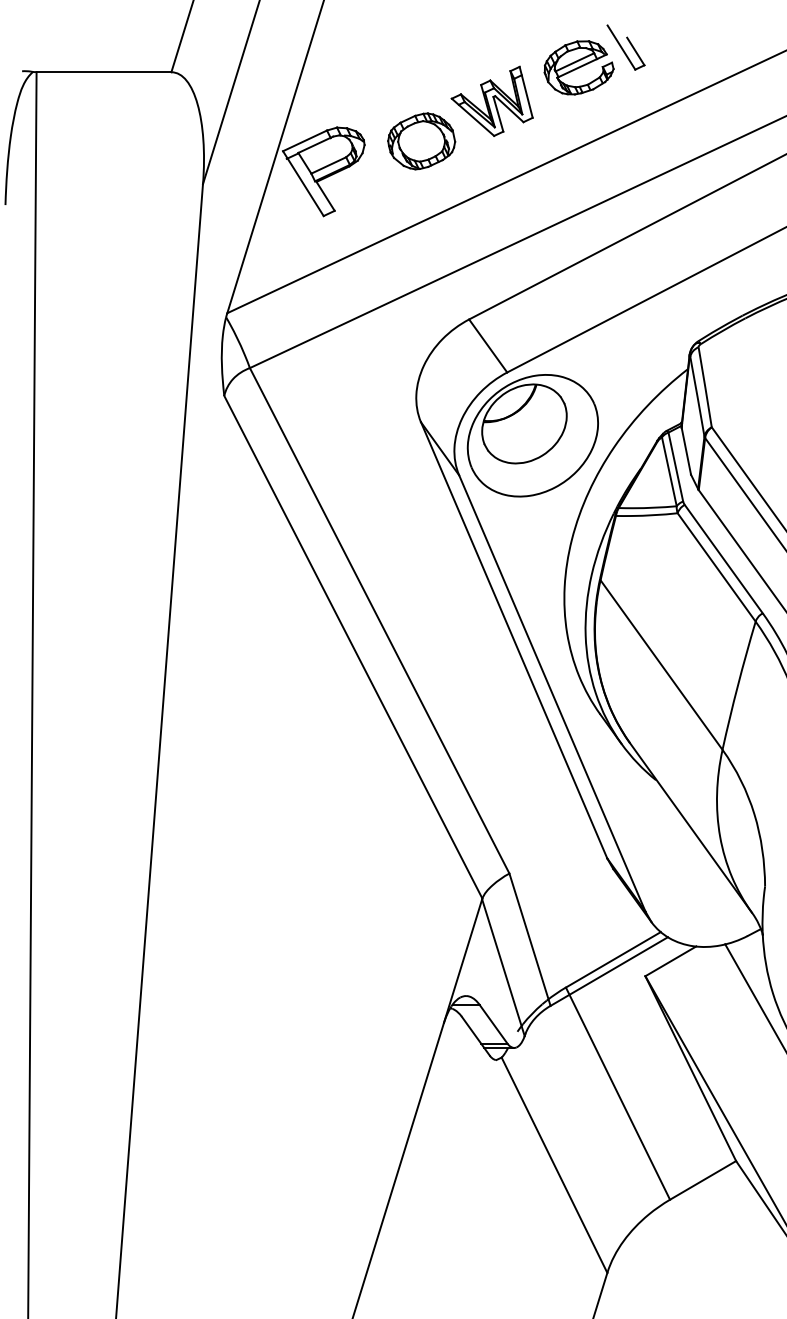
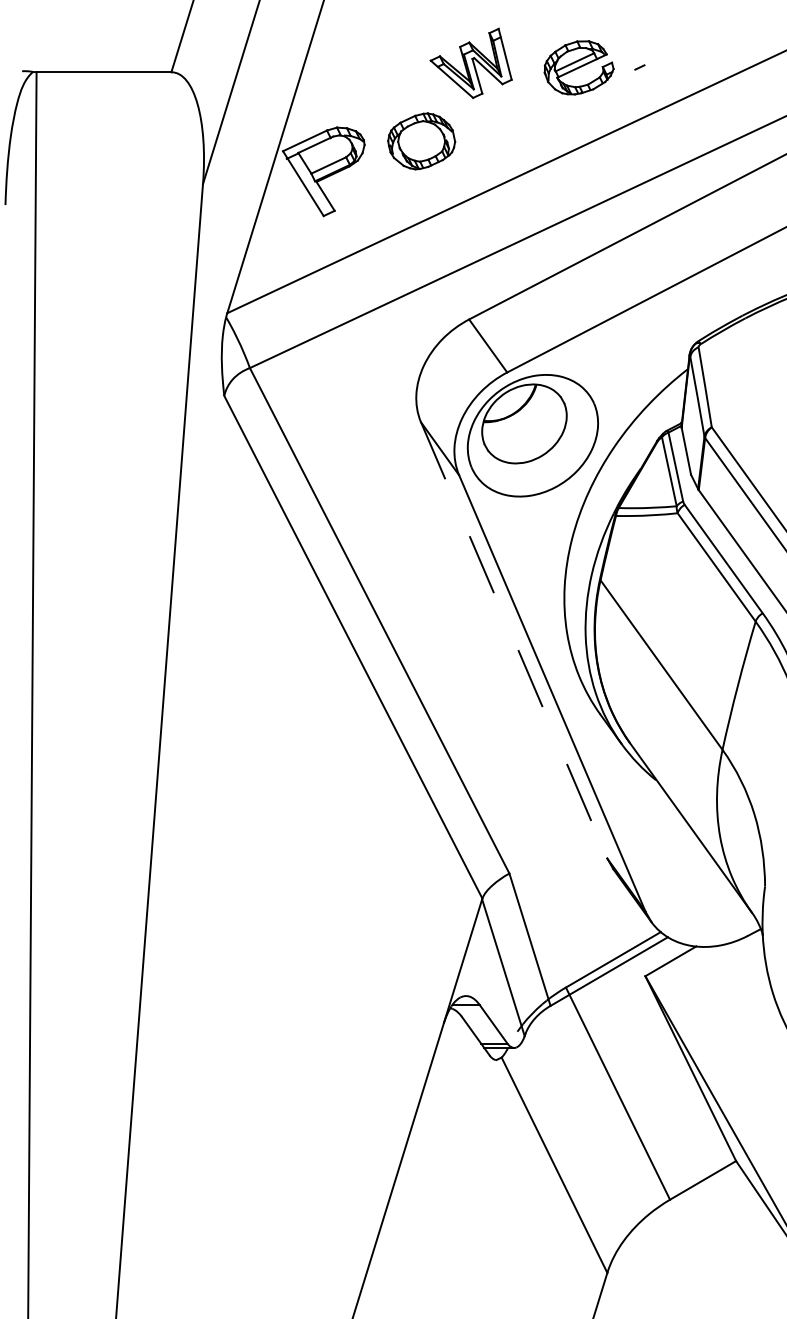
line at (621, 47): present -> none
line at (635, 51): present -> none
part at (491, 100) position: (491, 100) -> (470, 62)
line at (514, 640): solid -> dashed
line at (754, 995): present -> none
